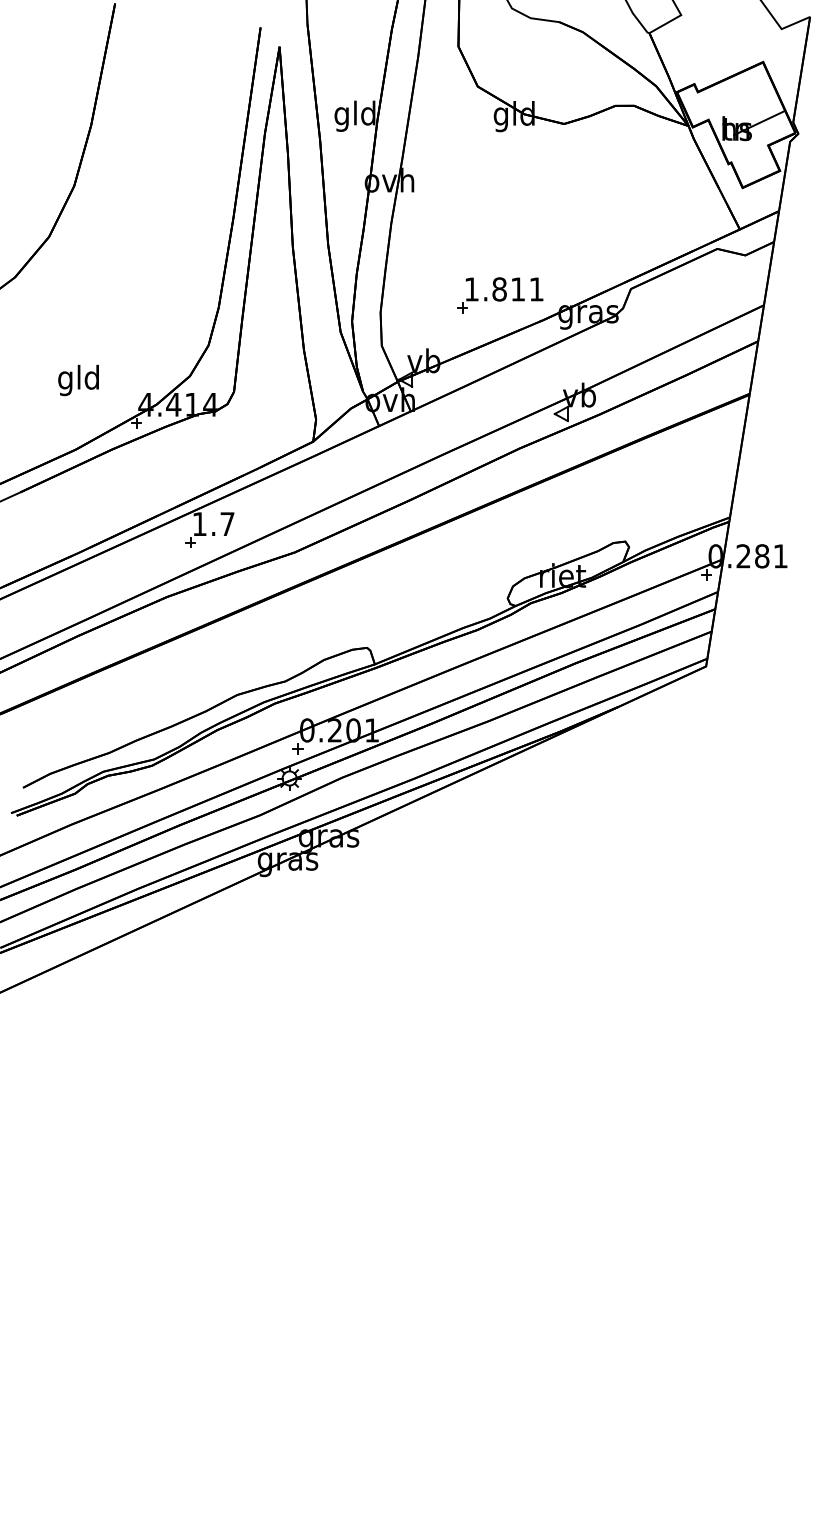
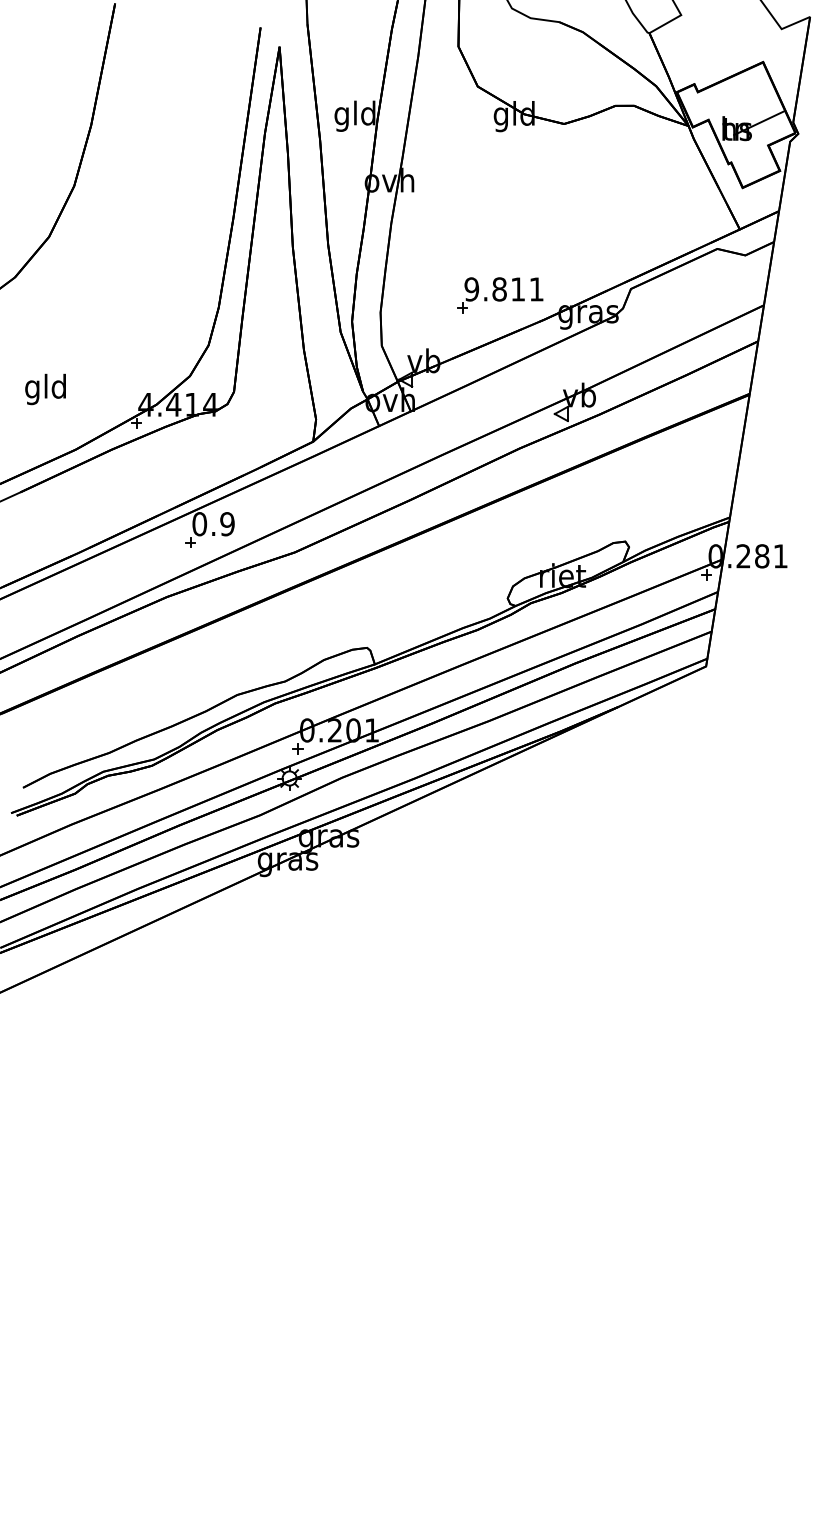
text at (471, 289): 1.811 -> 9.811
text at (78, 380) position: (78, 380) -> (45, 389)
text at (213, 524): 1.7 -> 0.9
